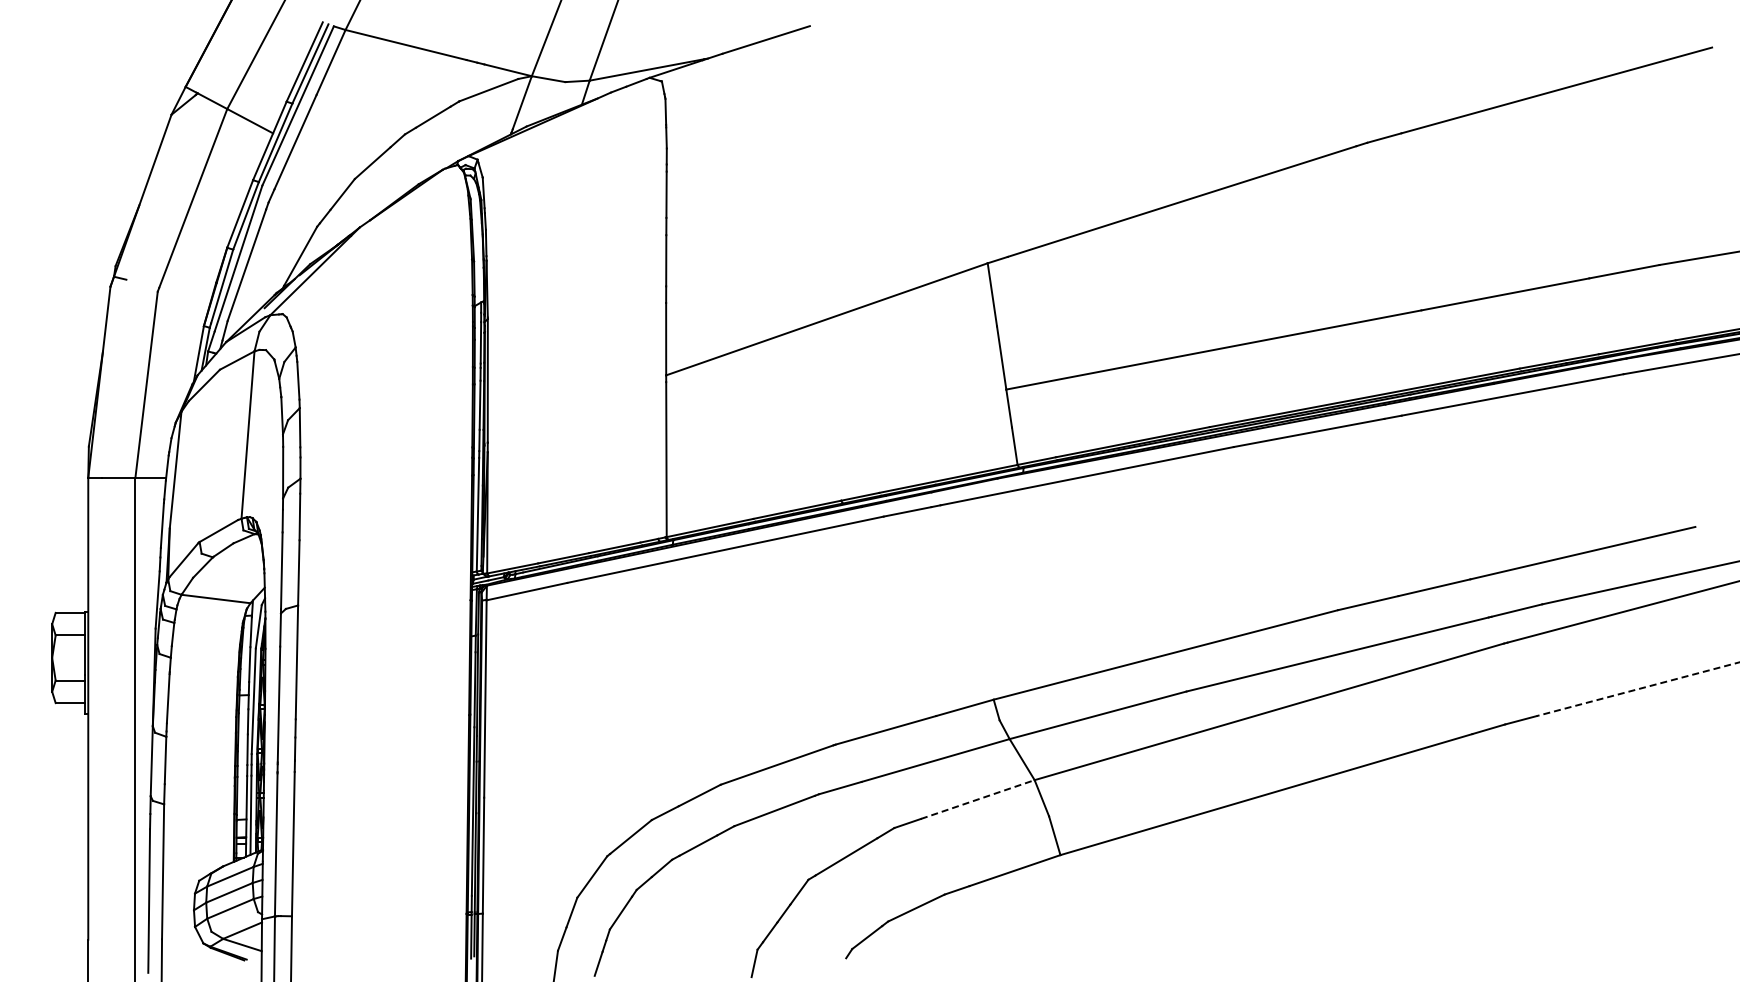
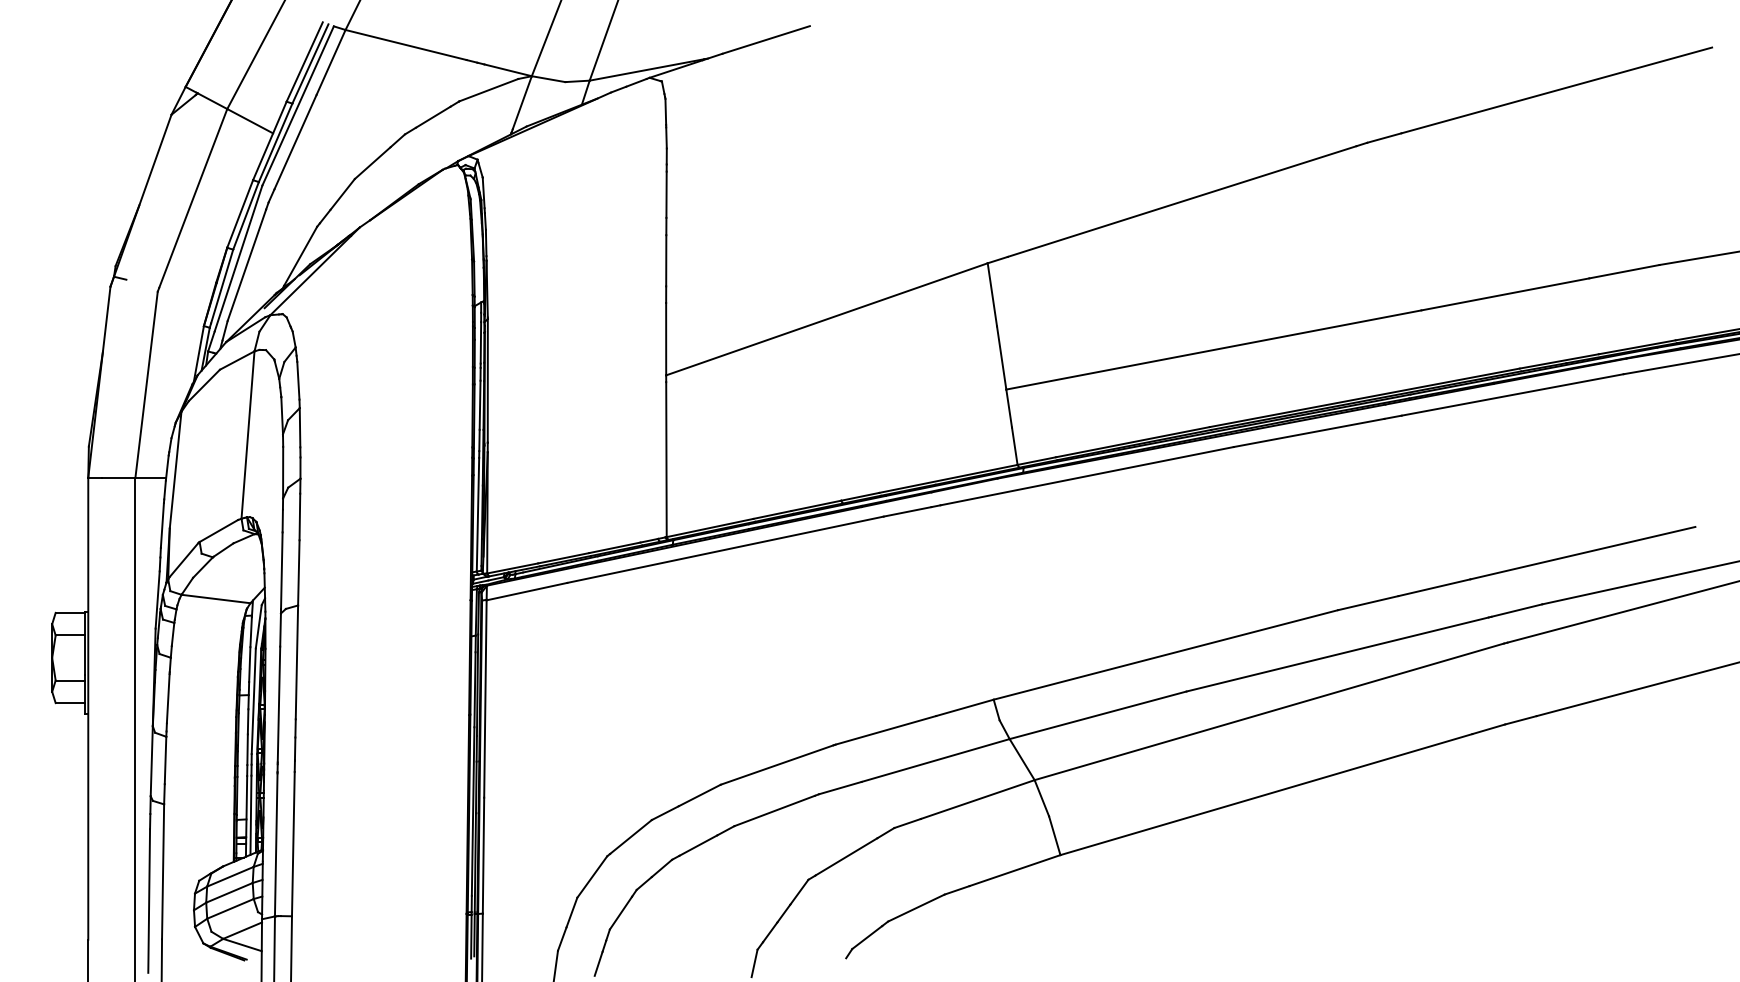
line at (1638, 689): dashed -> solid
line at (978, 799): dashed -> solid
